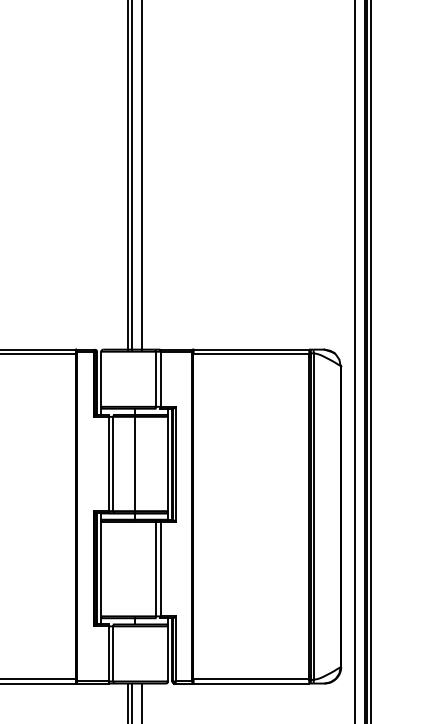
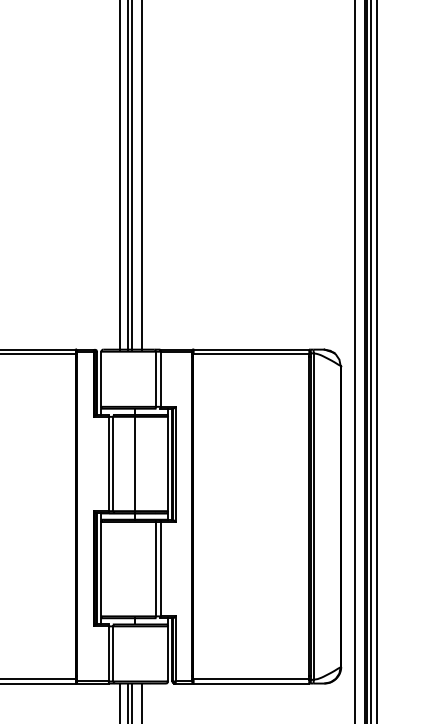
line at (119, 175): none -> present
line at (377, 361): none -> present
line at (119, 701): none -> present
